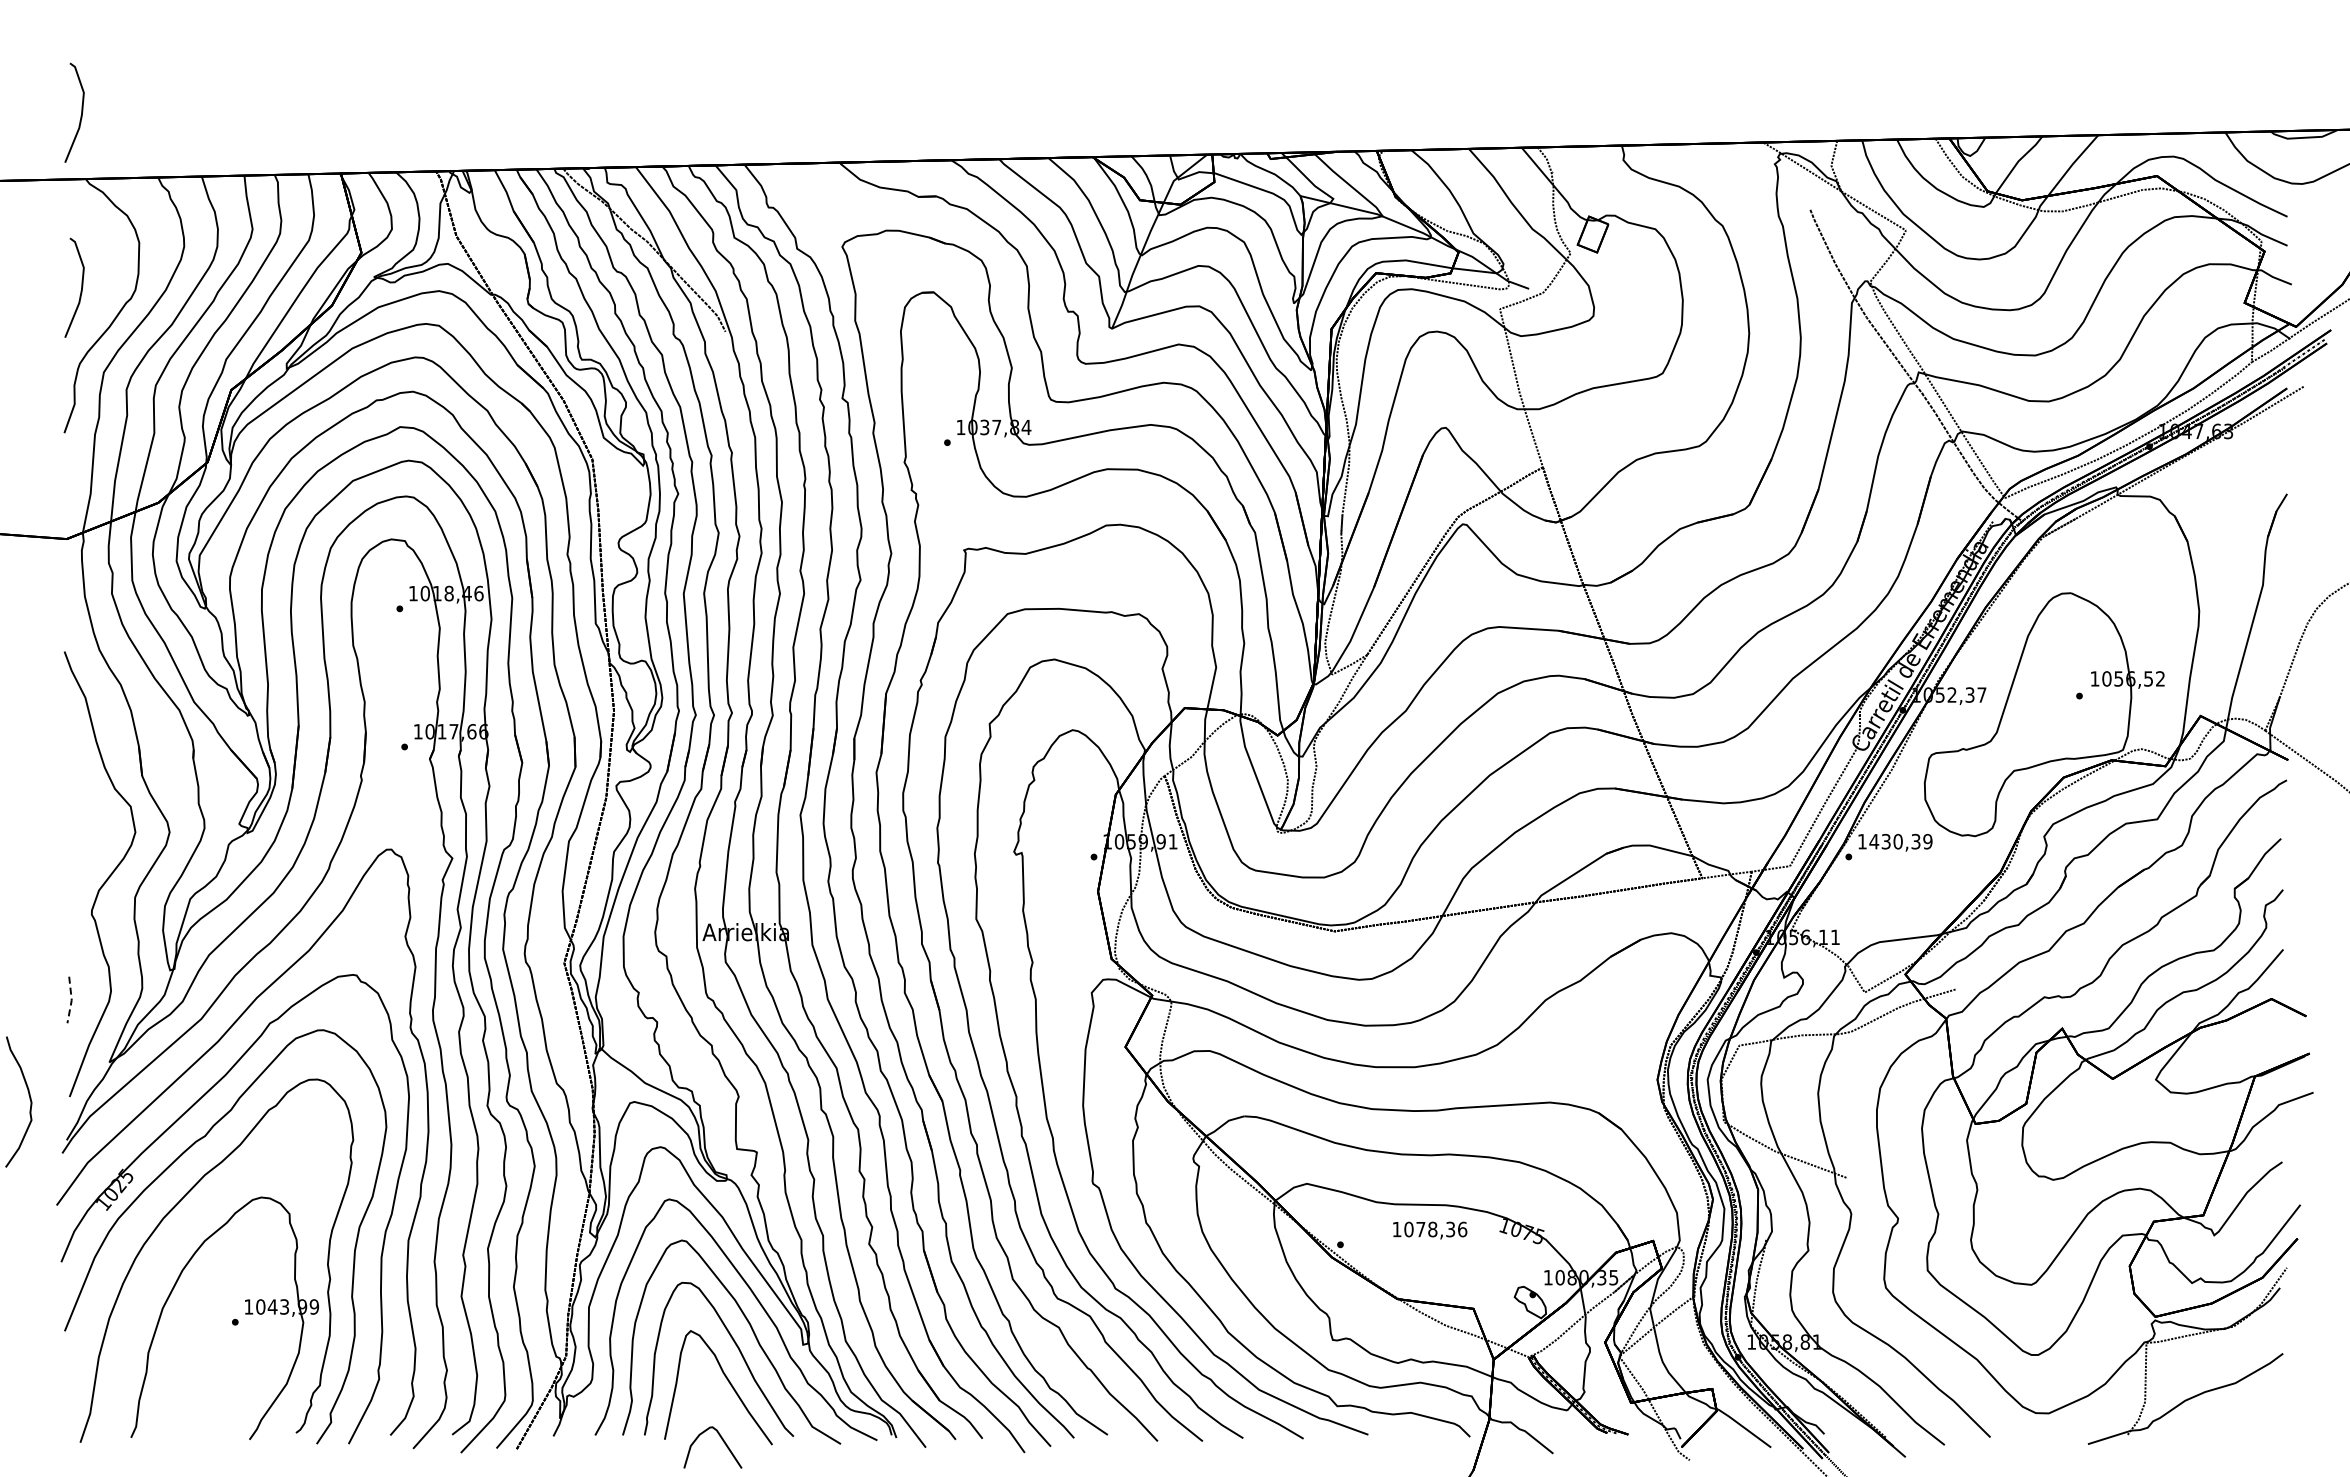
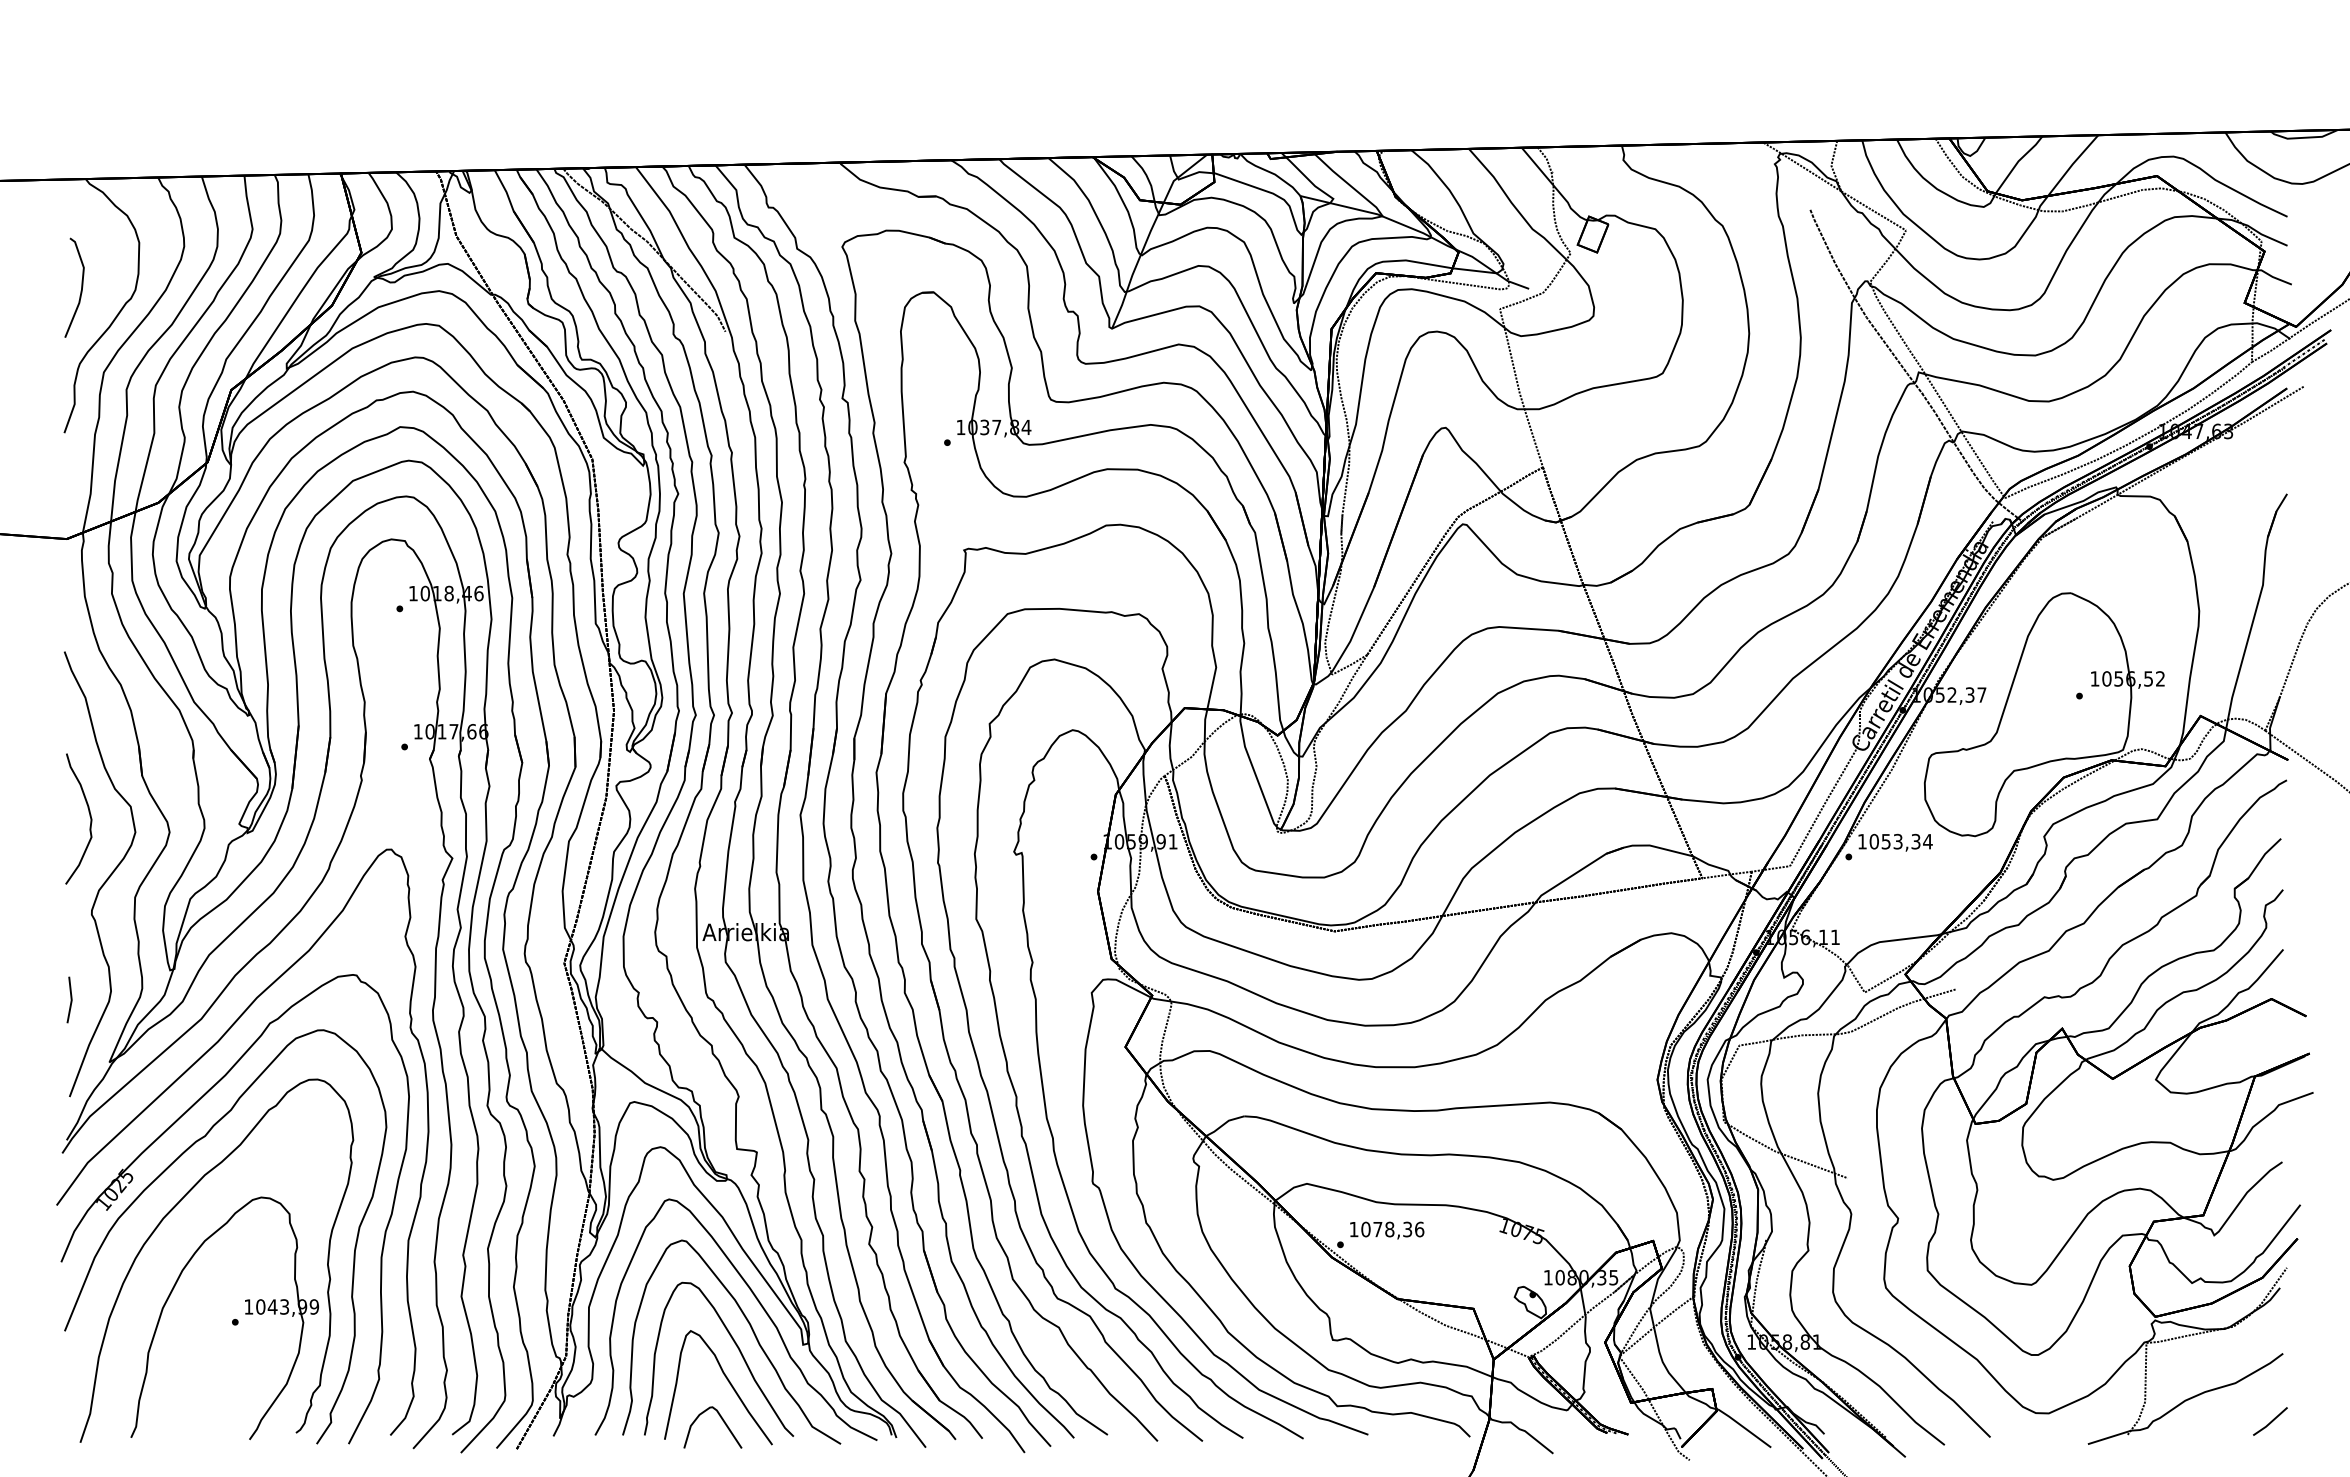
curve at (80, 115): present -> none
text at (1900, 841): 1430,39 -> 1053,34
line at (71, 1000): dashed -> solid
curve at (29, 1099) position: (29, 1099) -> (89, 816)
text at (1430, 1230) position: (1430, 1230) -> (1387, 1230)
line at (2270, 1421): none -> present
curve at (721, 1439) position: (721, 1439) -> (721, 1419)
